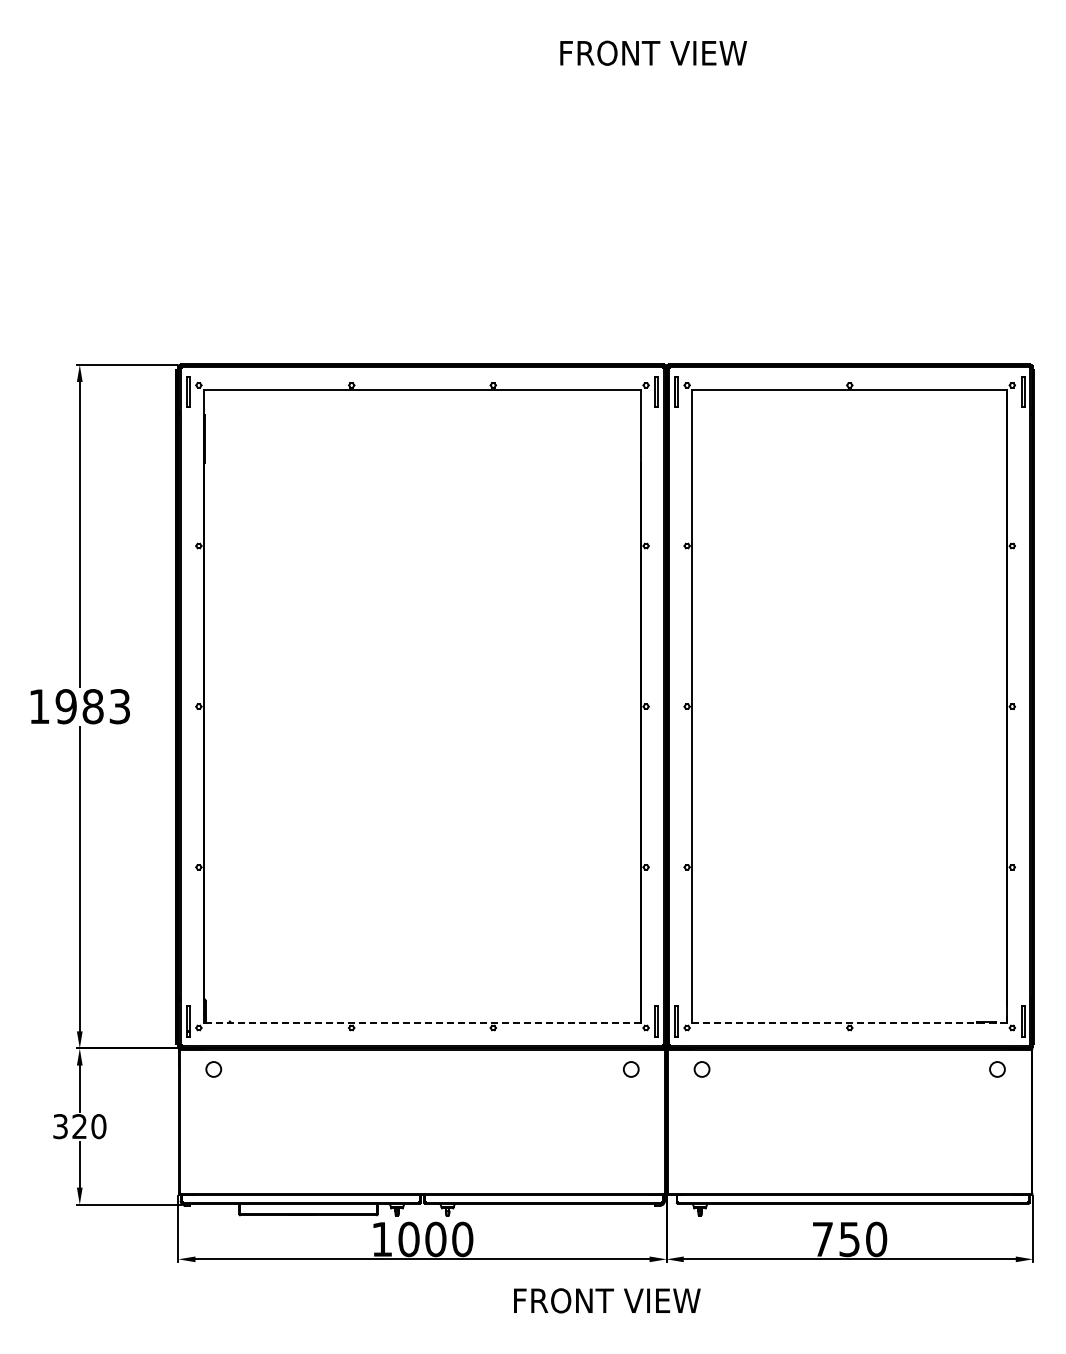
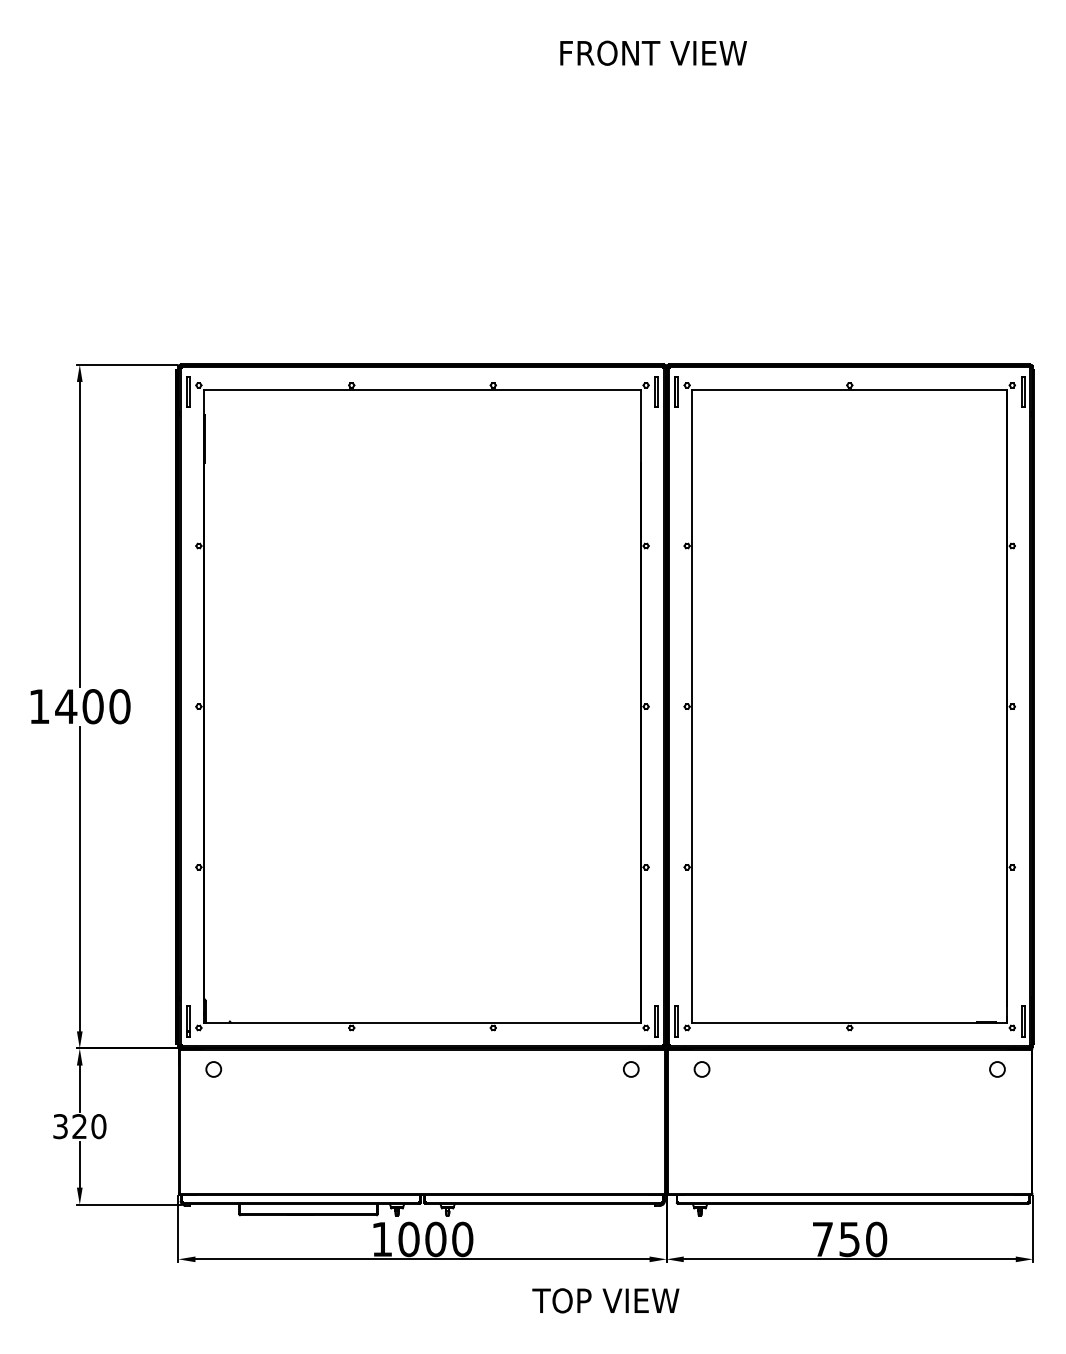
text at (92, 706): 1983 -> 1400
line at (422, 1023): dashed -> solid
line at (849, 1023): dashed -> solid
text at (607, 1300): FRONT VIEW -> TOP VIEW
